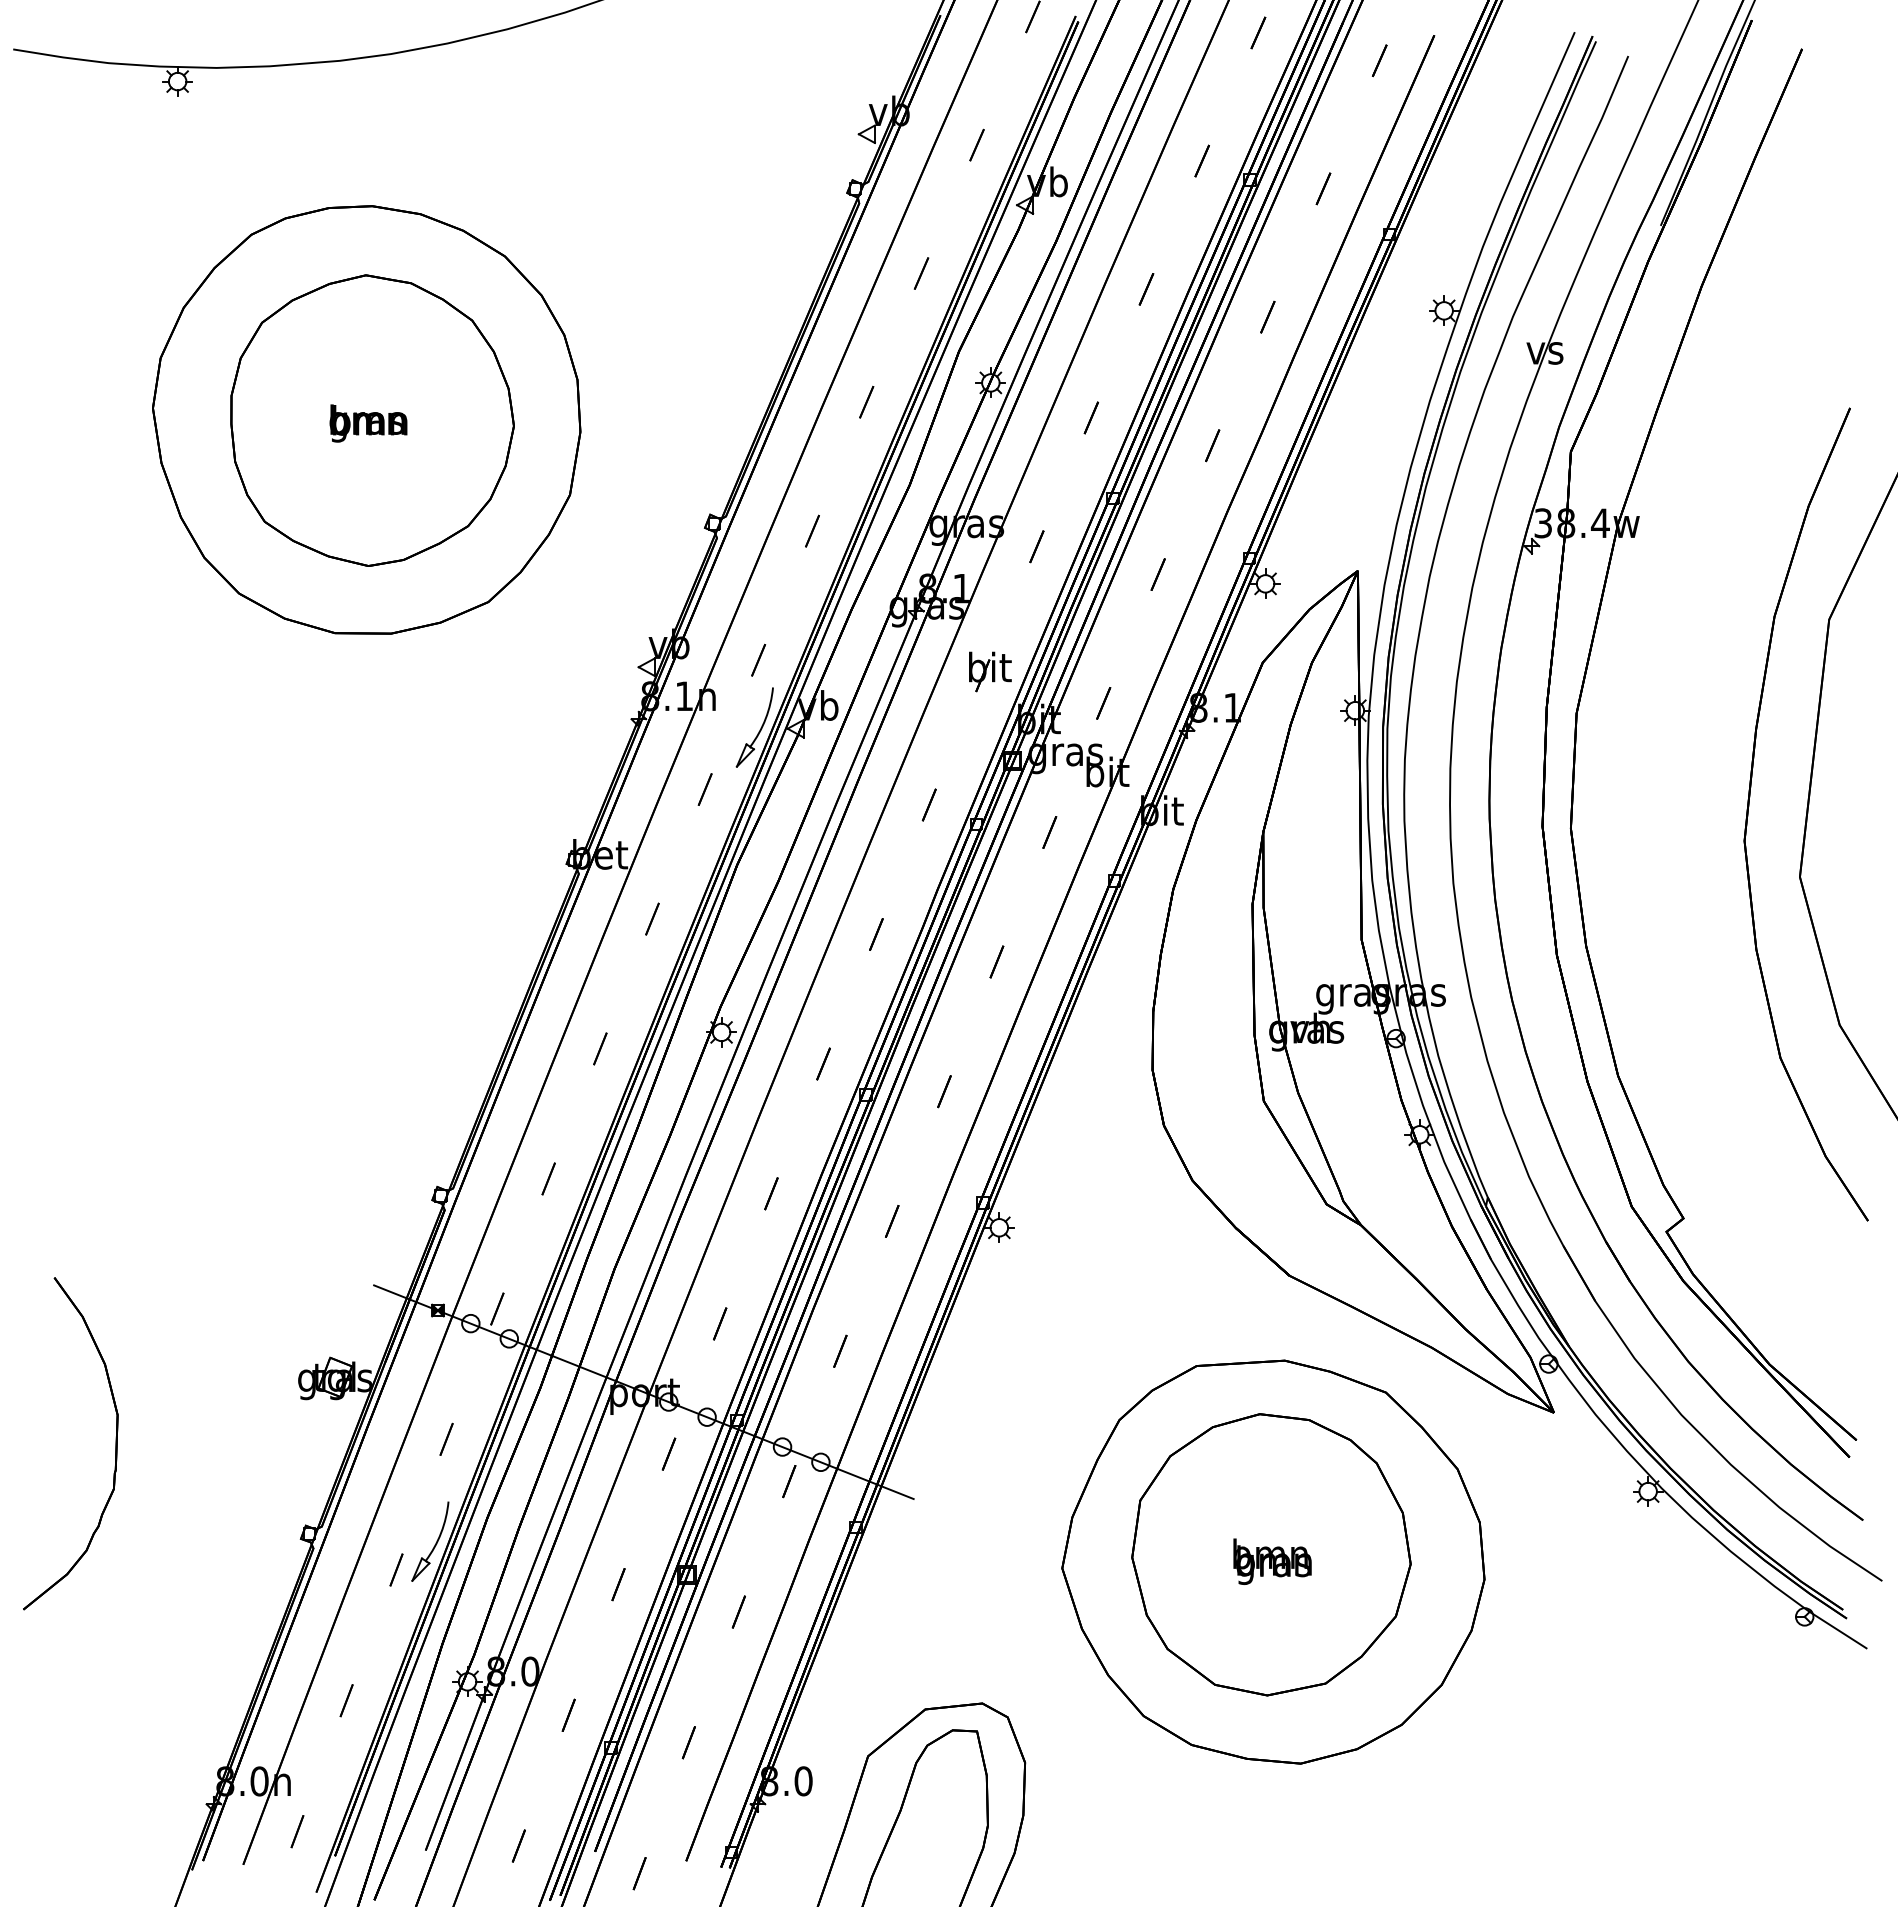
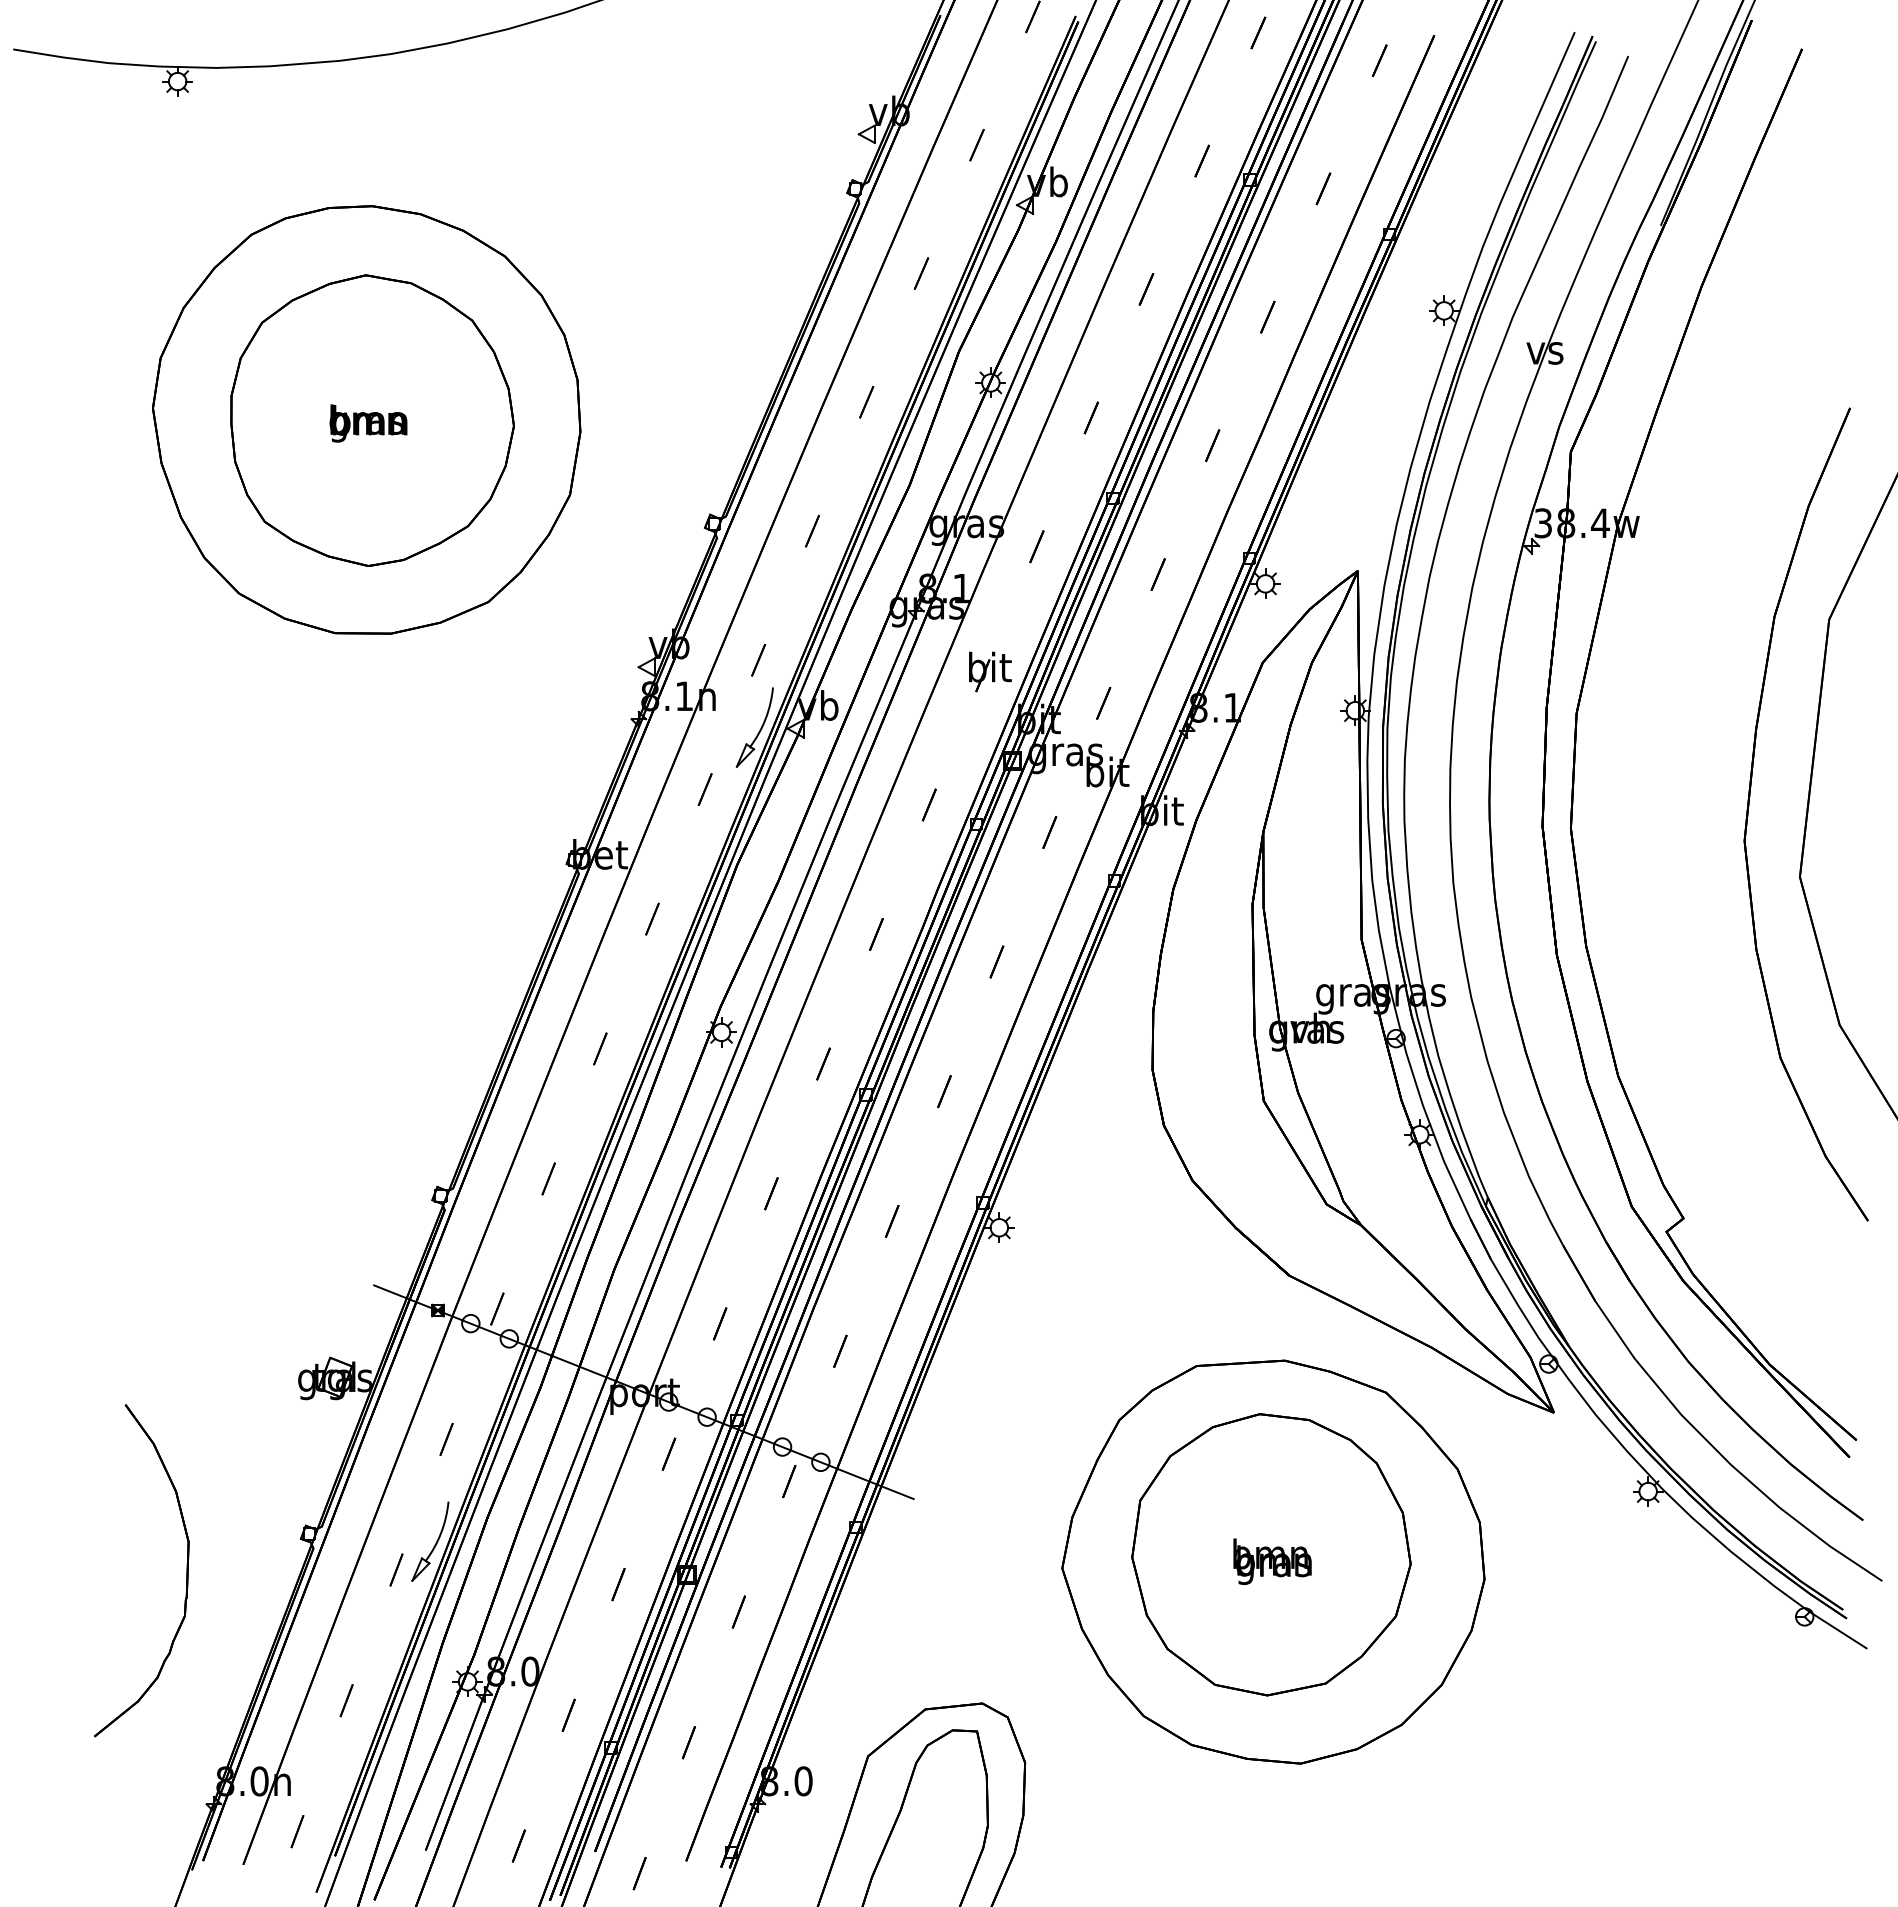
part at (115, 1443) position: (115, 1443) -> (186, 1570)
